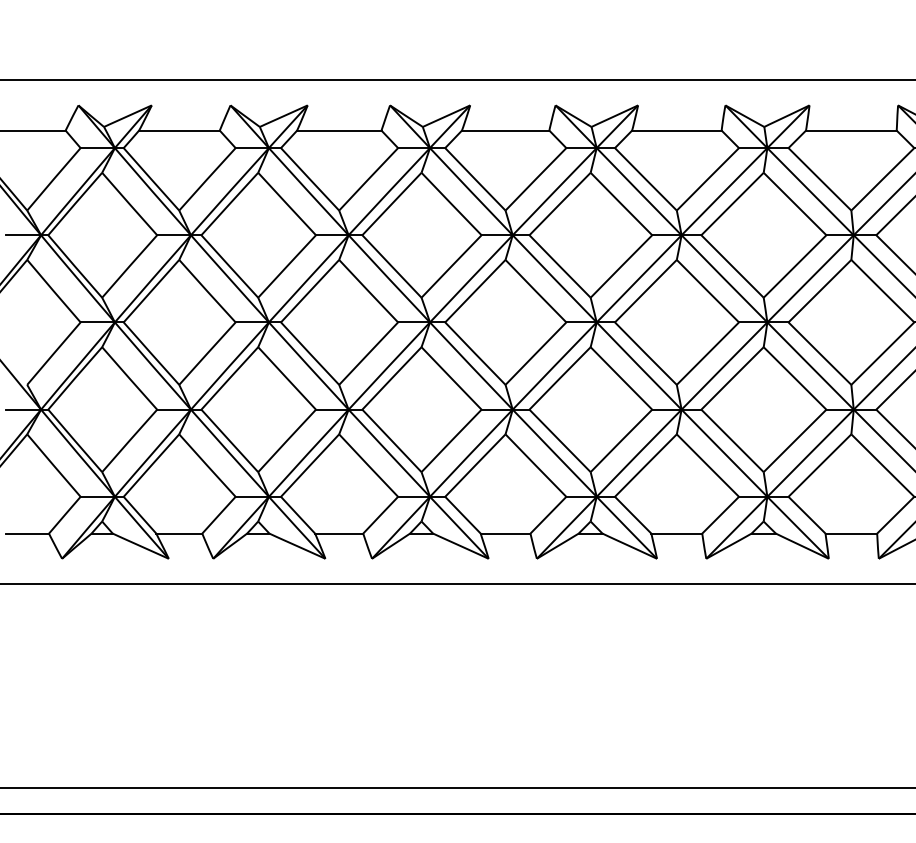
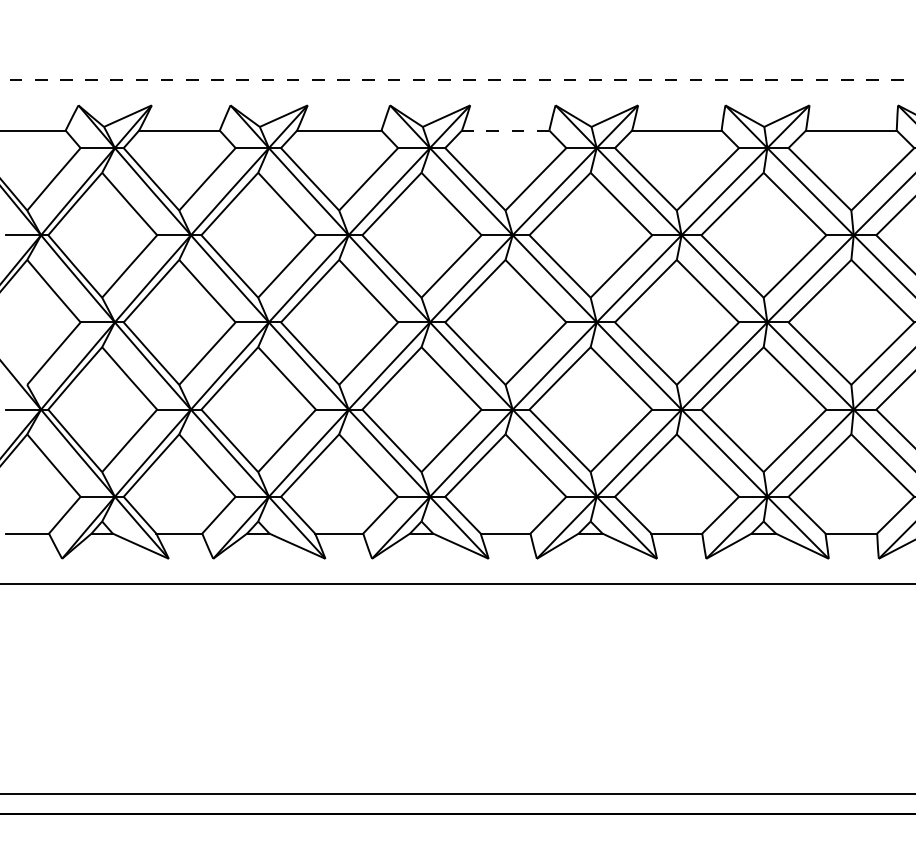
line at (457, 80): solid -> dashed
line at (505, 130): solid -> dashed
line at (457, 788) position: (457, 788) -> (457, 794)
